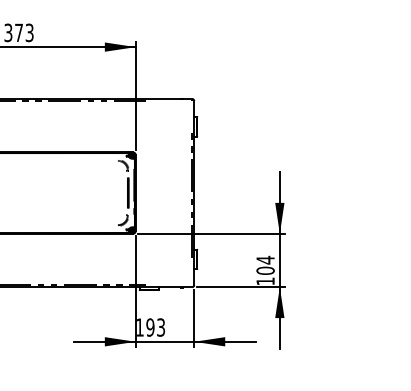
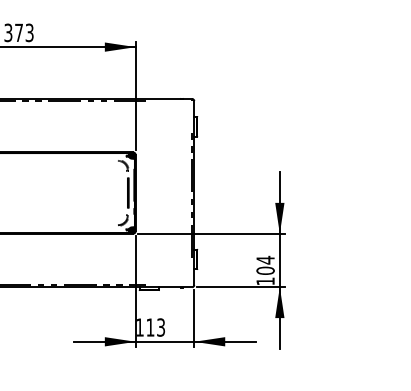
text at (150, 327): 193 -> 113
